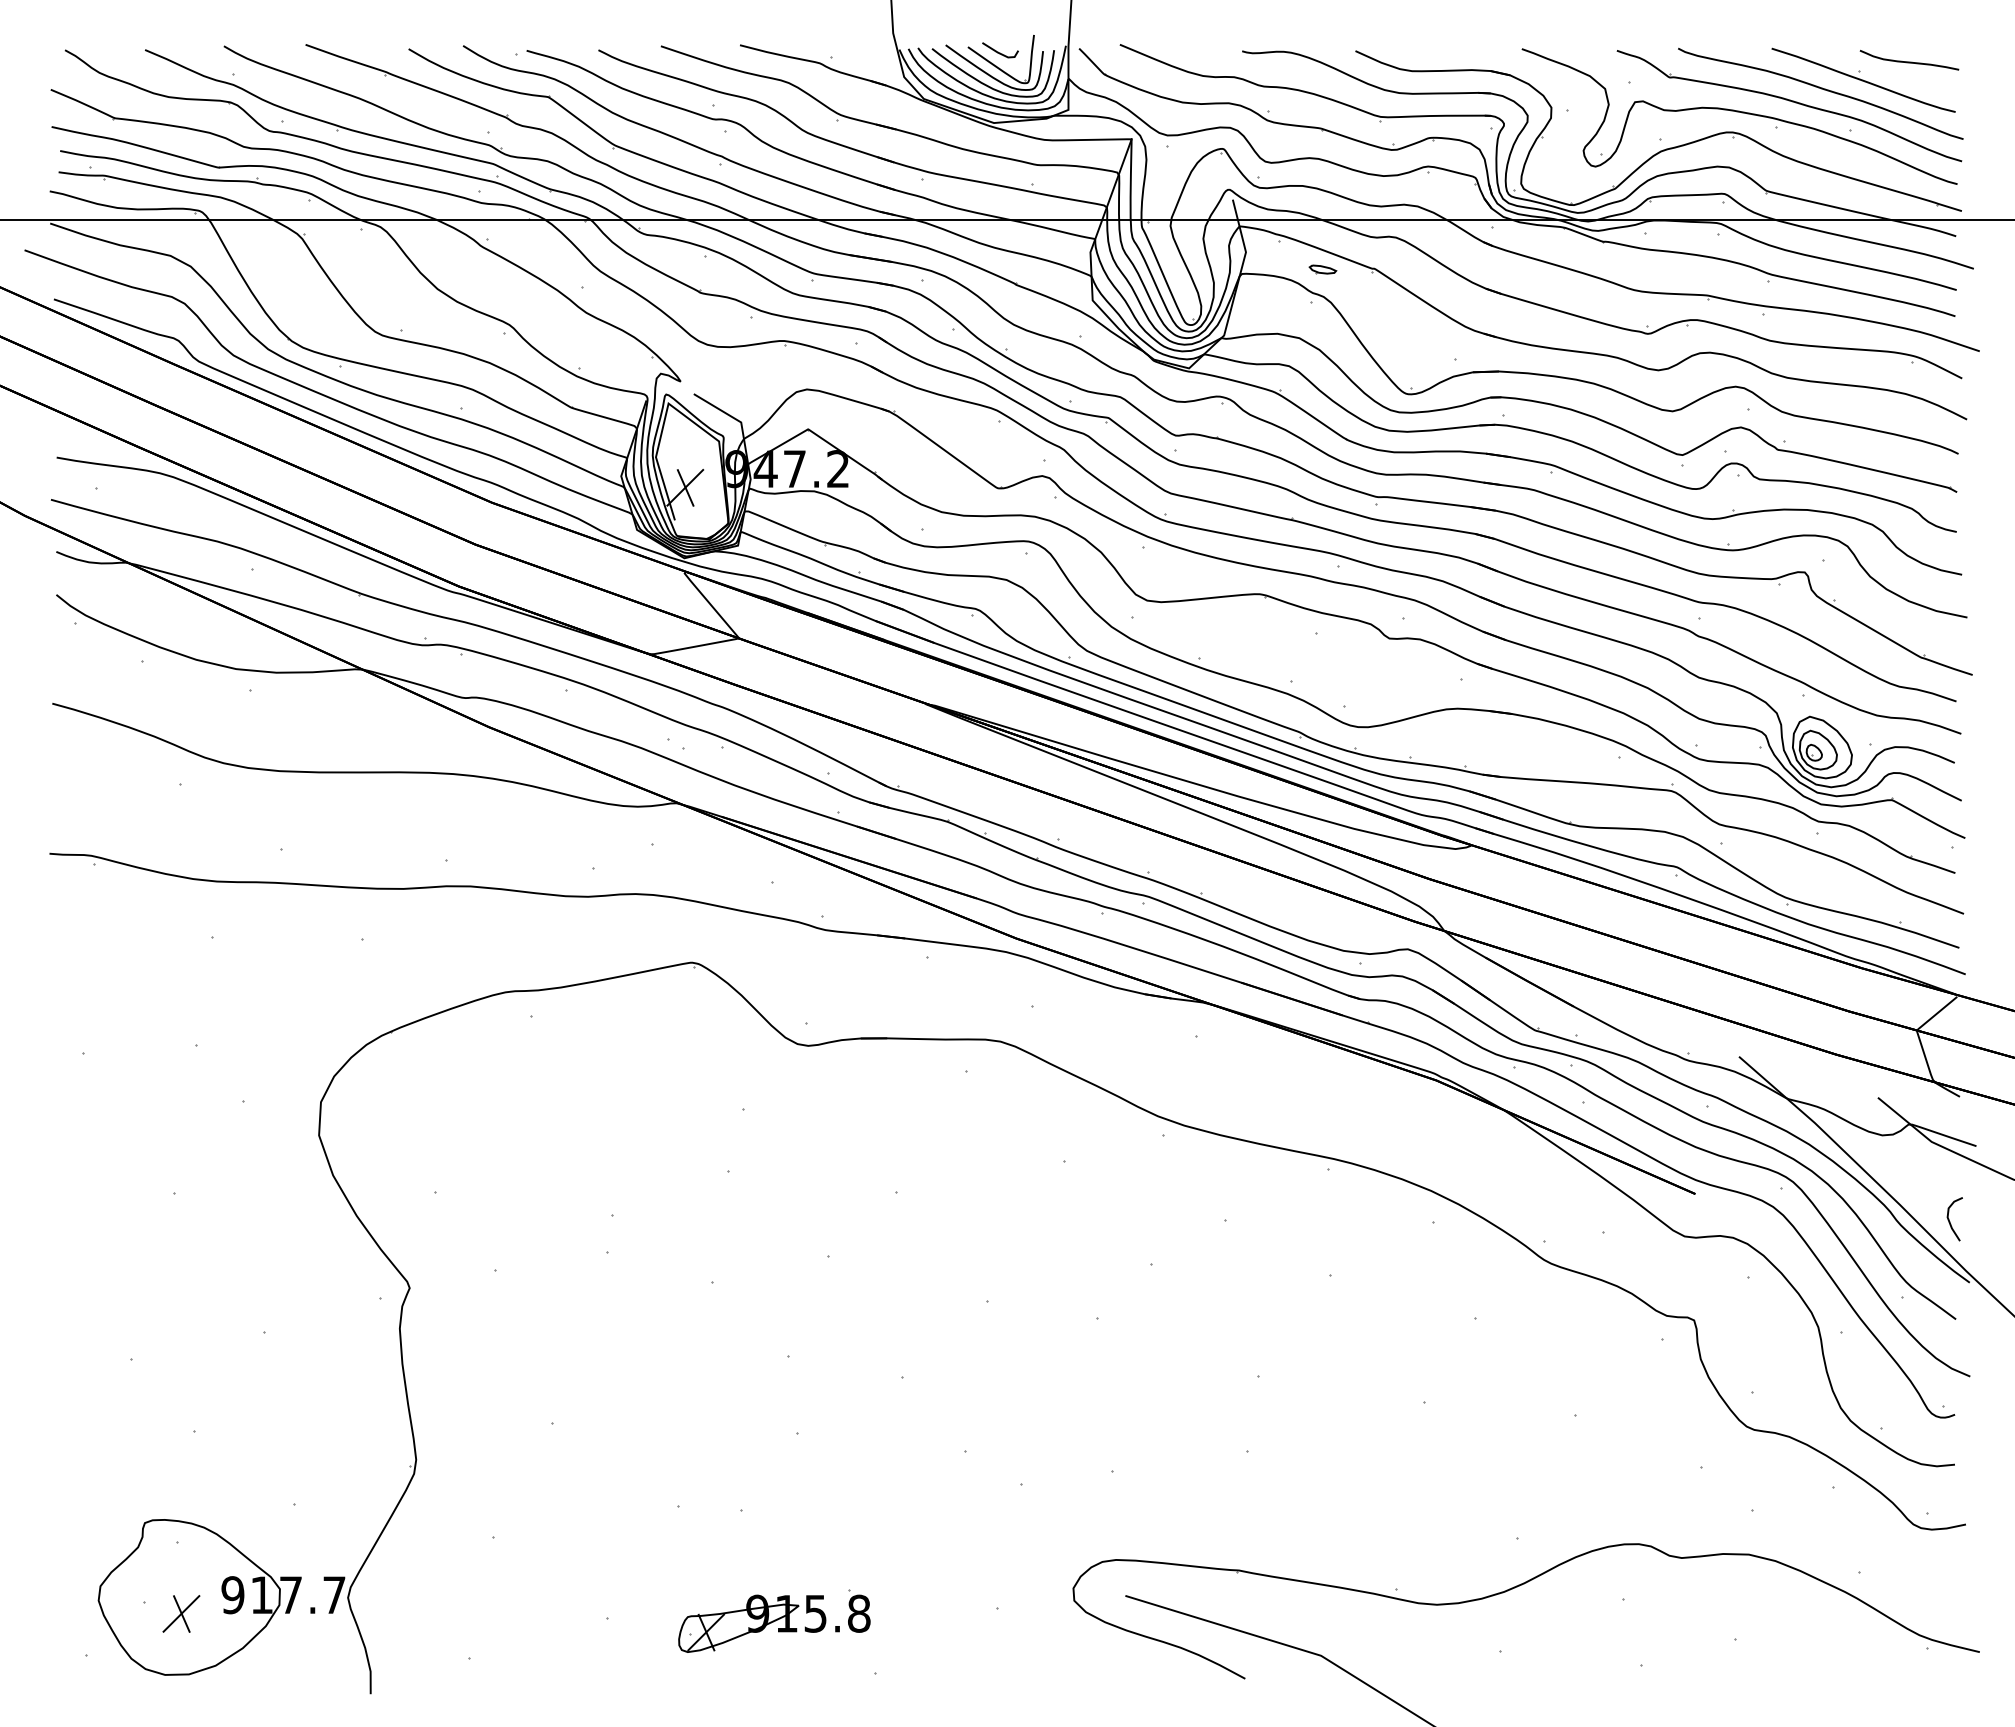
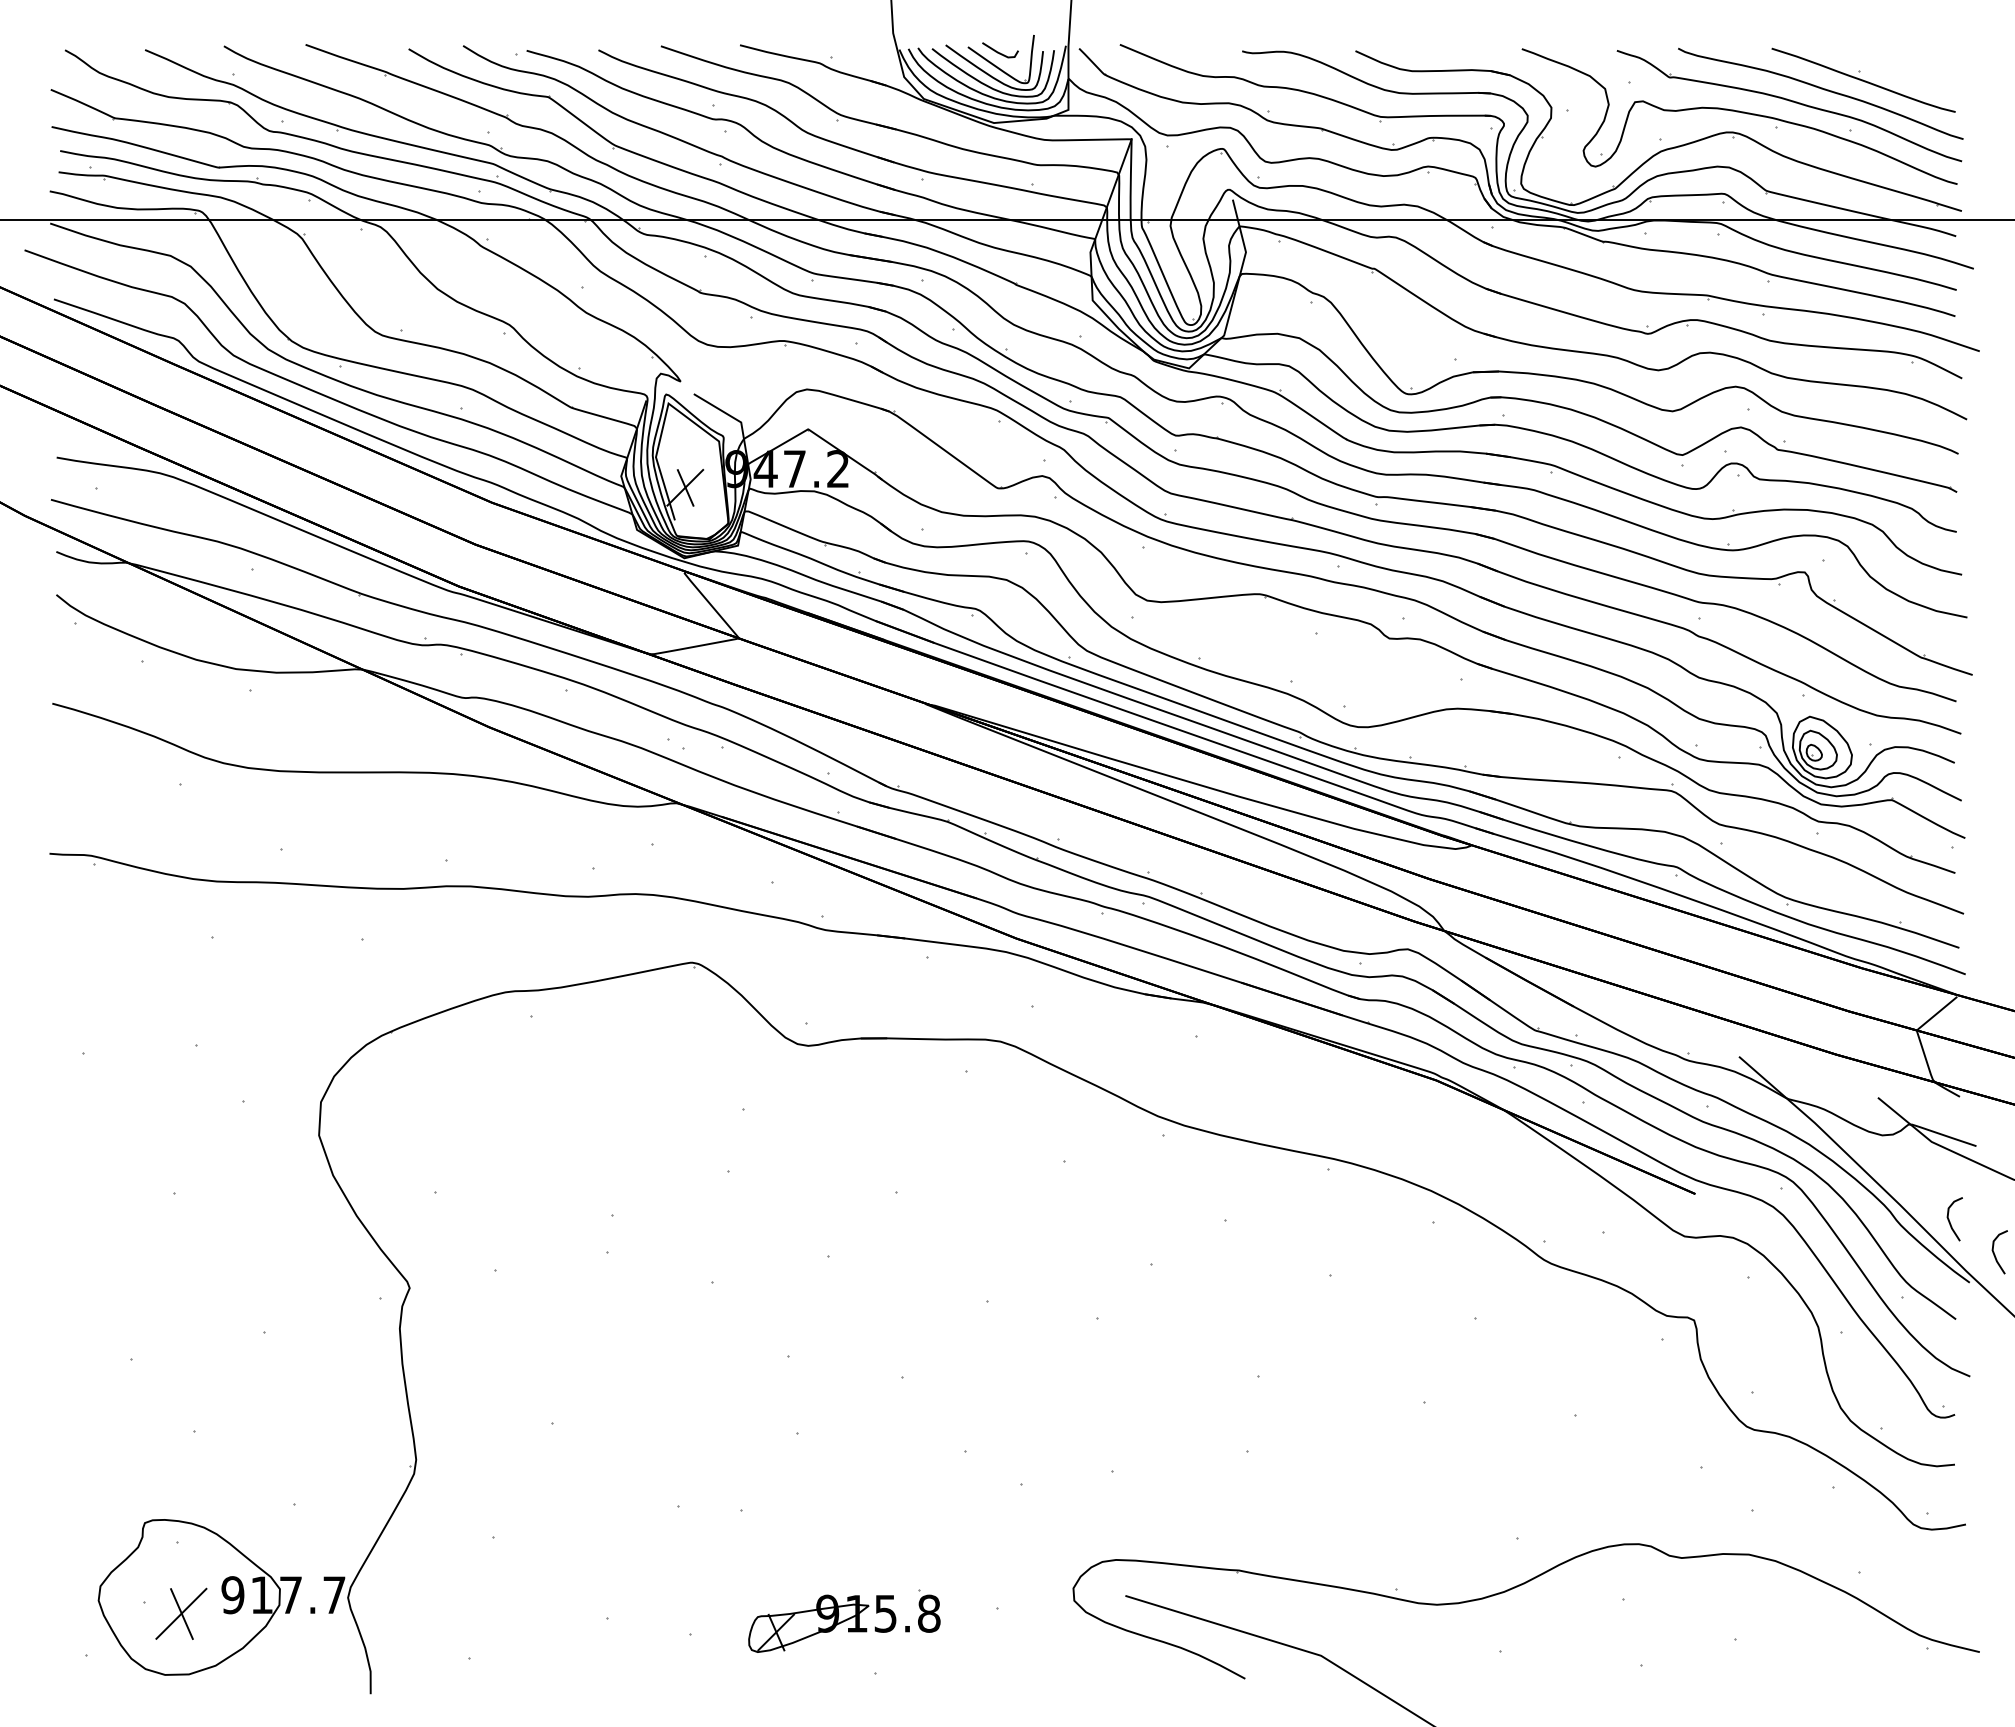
curve at (1909, 61): present -> none
part at (1322, 269): present -> none
curve at (1995, 1254): none -> present
part at (181, 1613) size: 39x38 px -> 53x53 px
part at (774, 1620) position: (774, 1620) -> (844, 1620)
